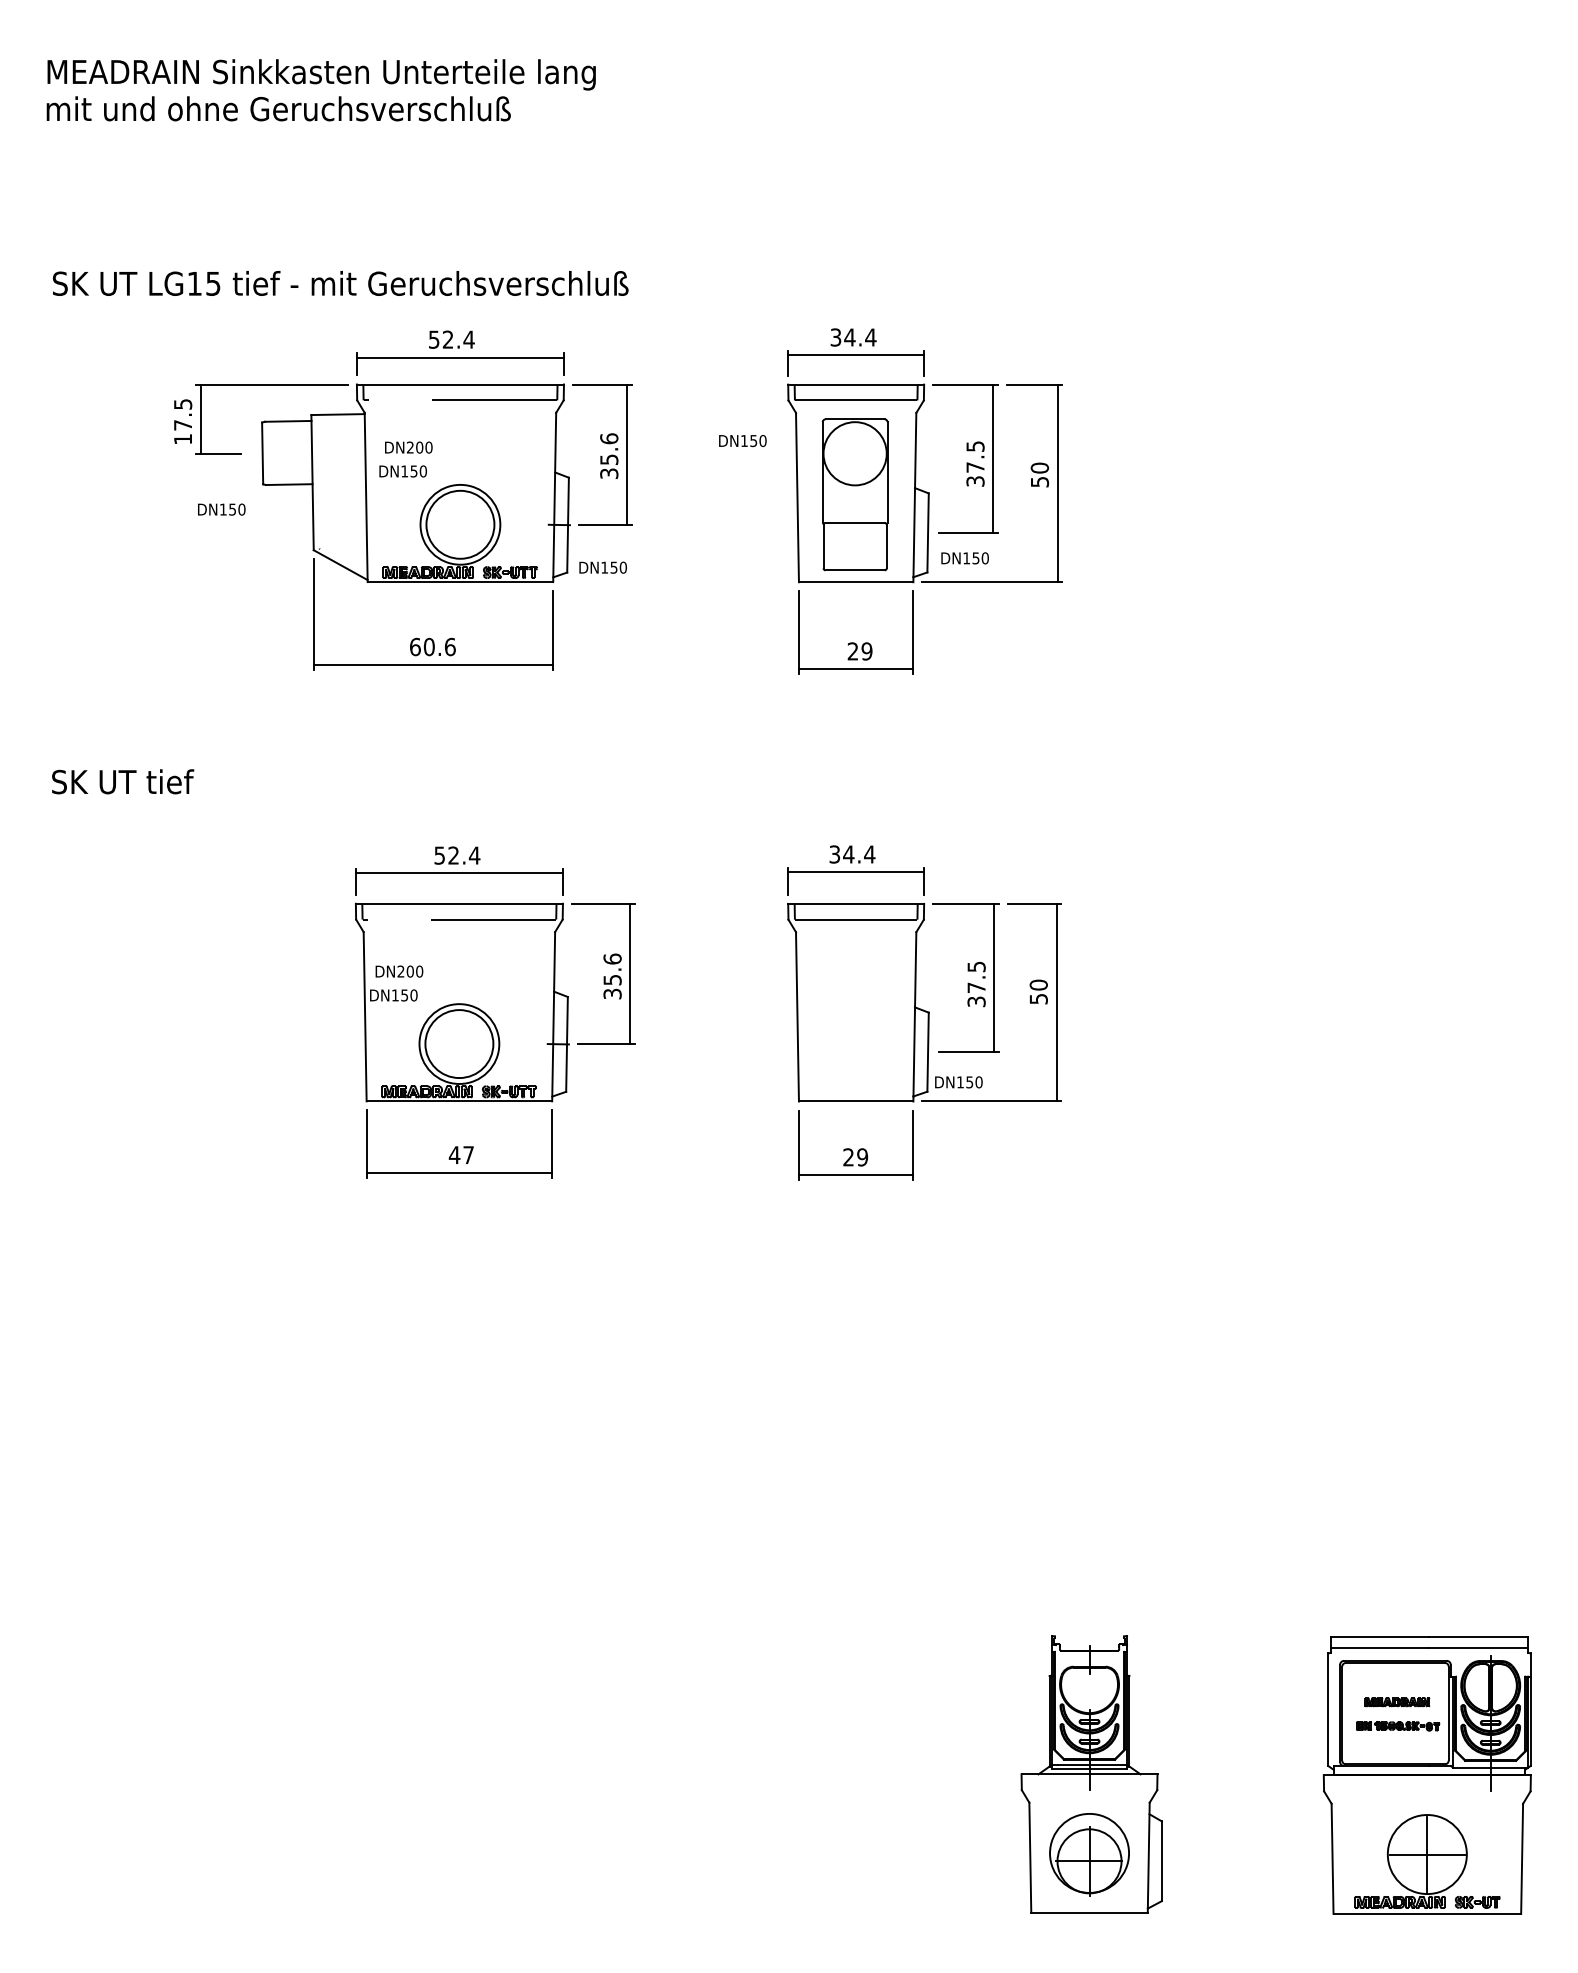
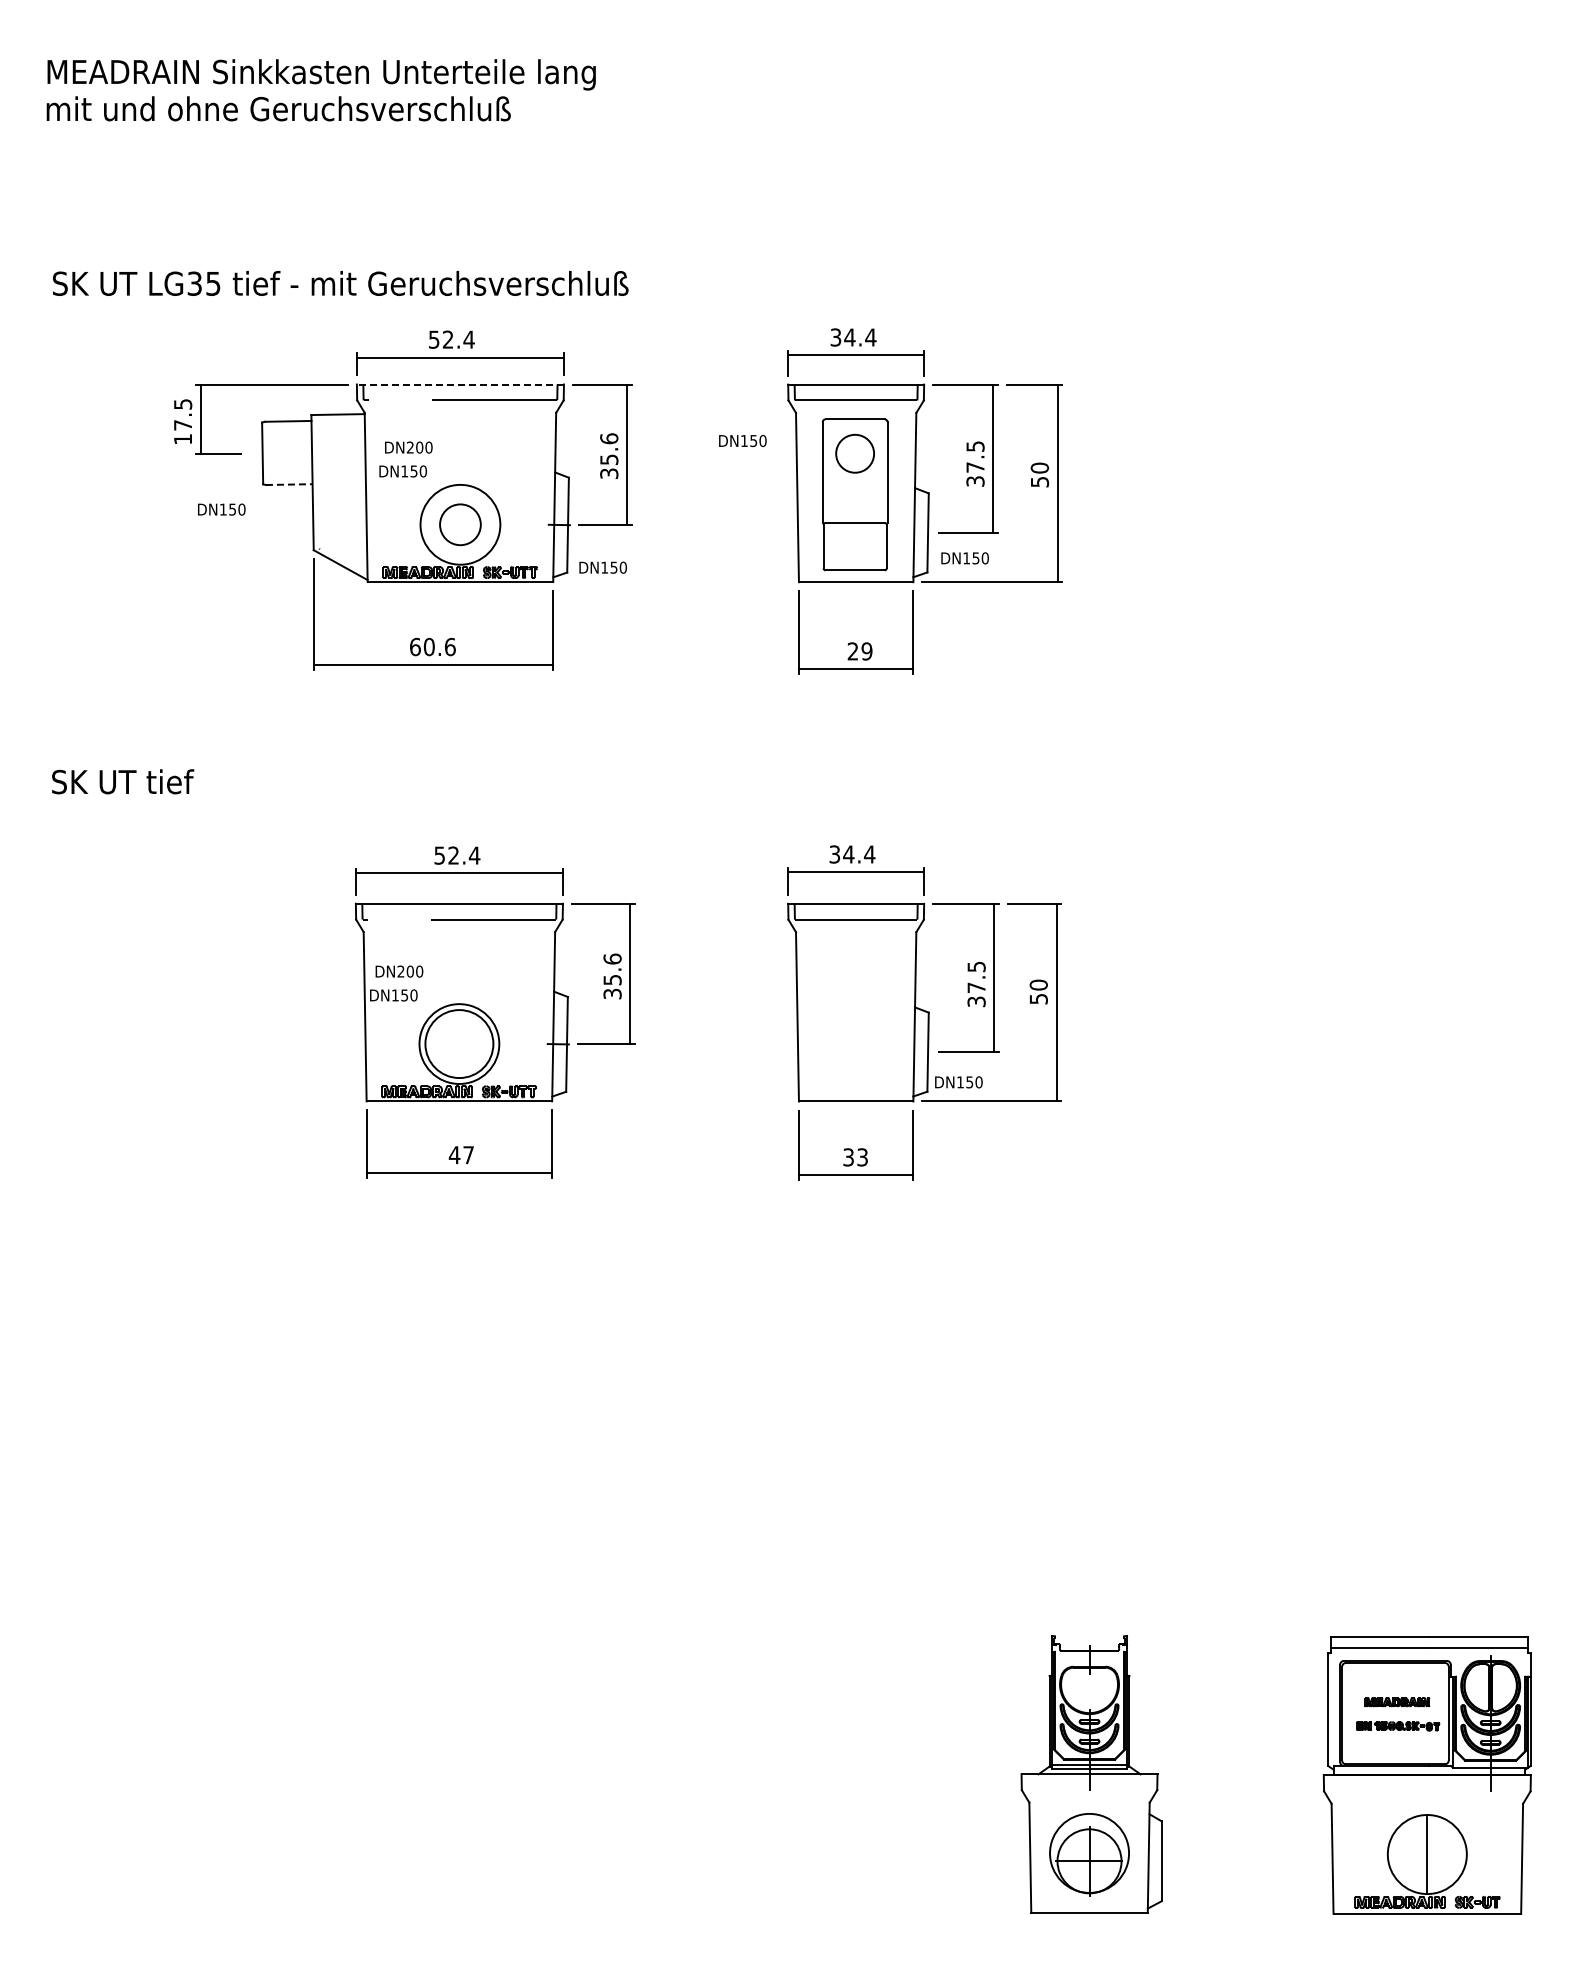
text at (194, 283): LG15 -> LG35
line at (460, 384): solid -> dashed
circle at (854, 453) diameter: 63 px -> 38 px
line at (289, 484): solid -> dashed
circle at (460, 524) diameter: 68 px -> 41 px
text at (855, 1157): 29 -> 33
line at (1427, 1854): present -> none
